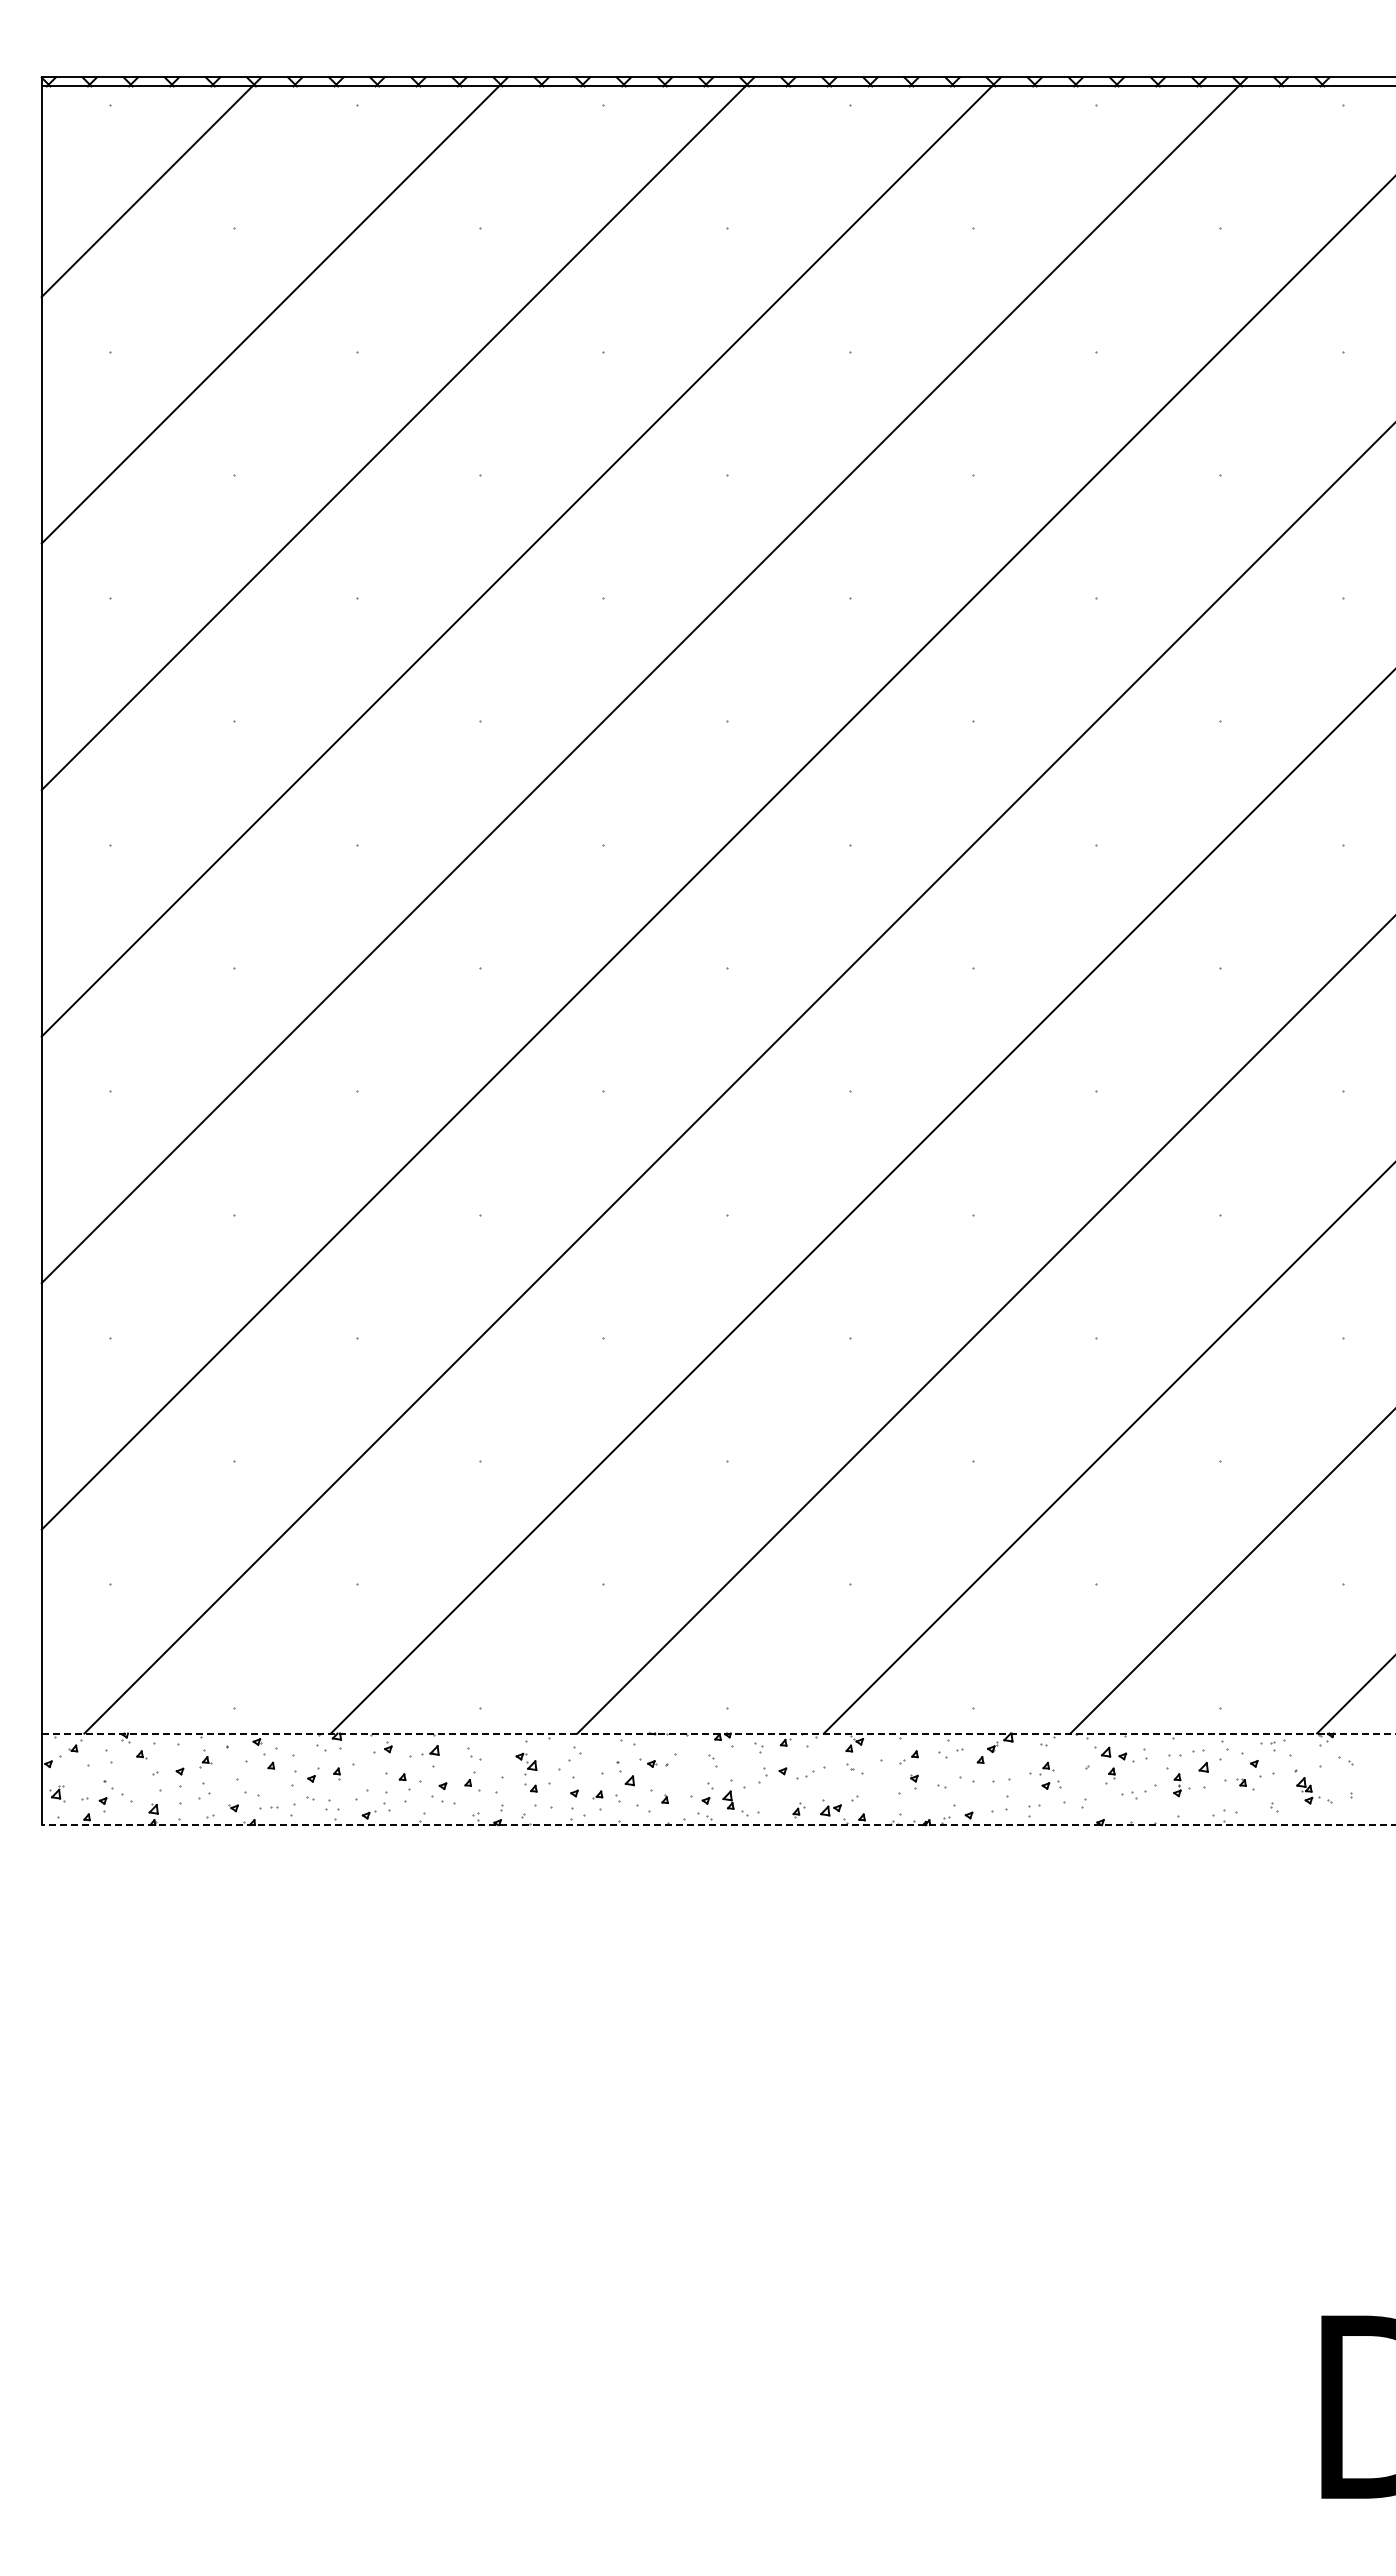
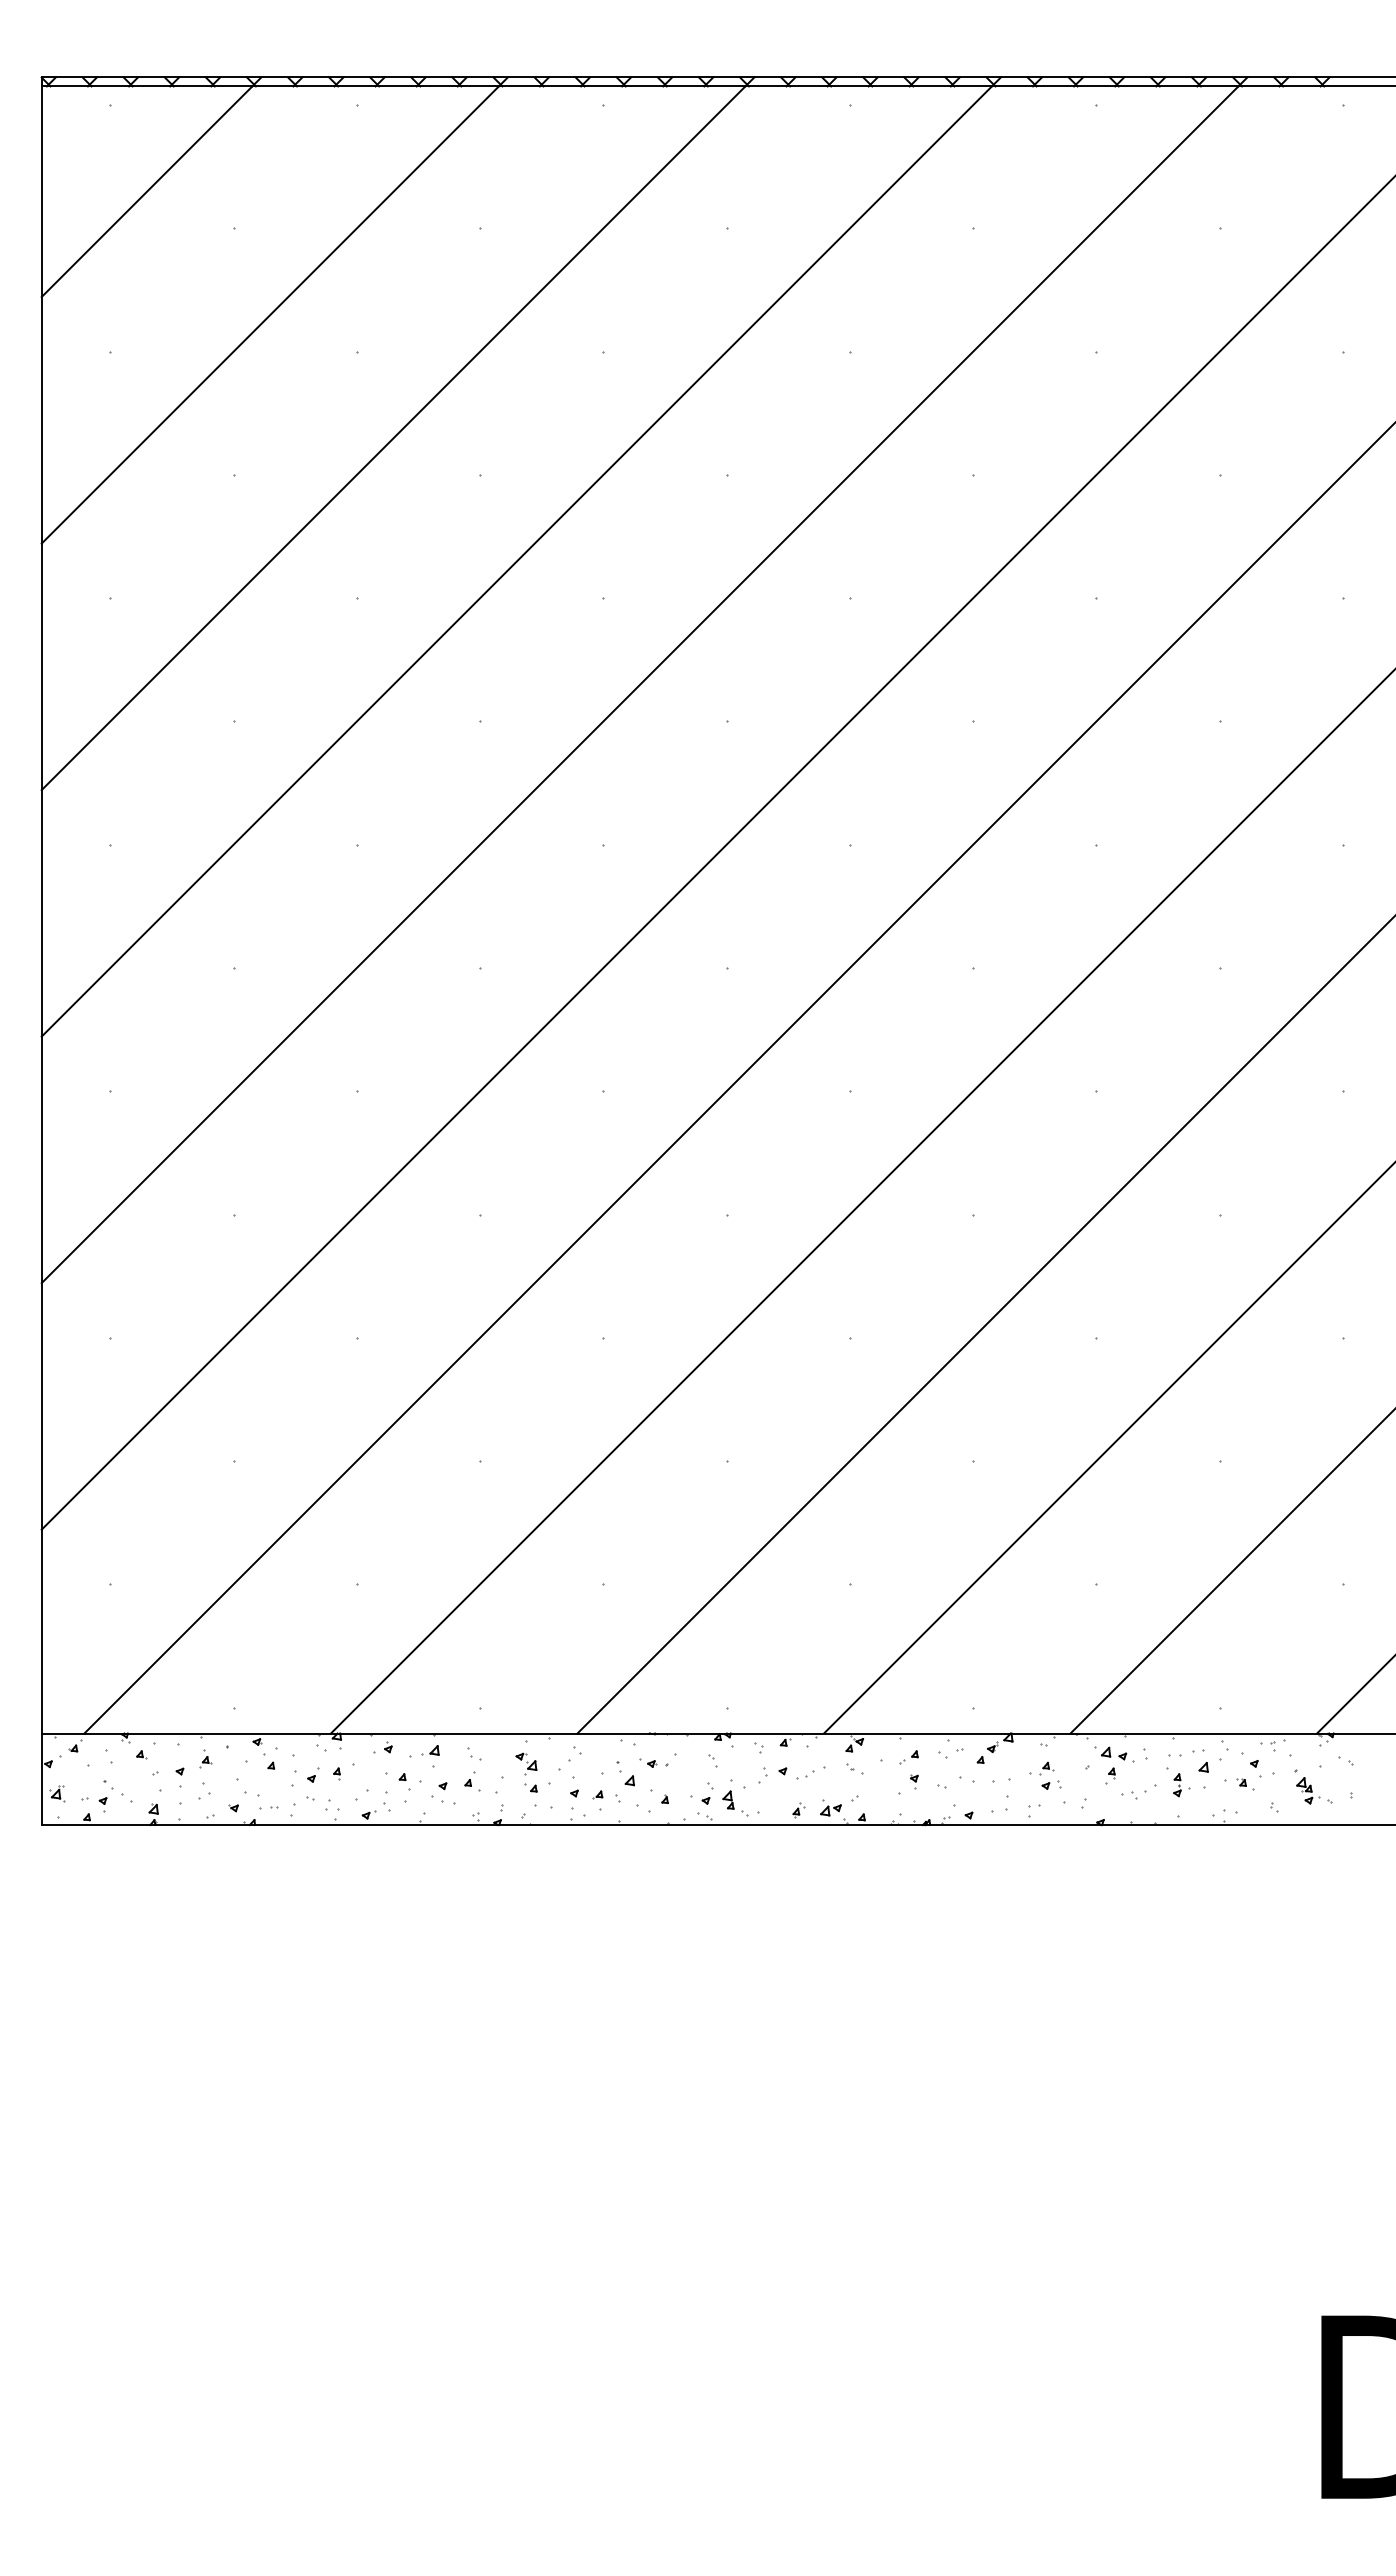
line at (718, 1733): dashed -> solid
line at (718, 1825): dashed -> solid
